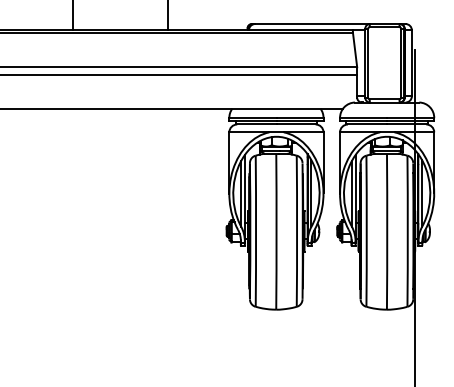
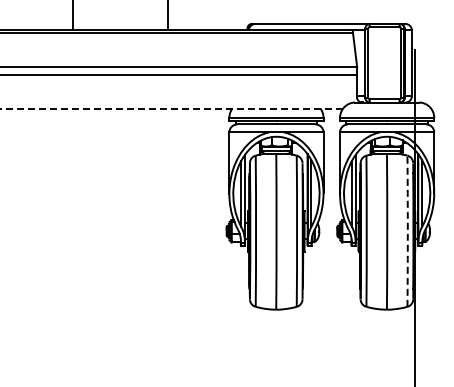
line at (171, 108): solid -> dashed
arc at (407, 231): solid -> dashed
